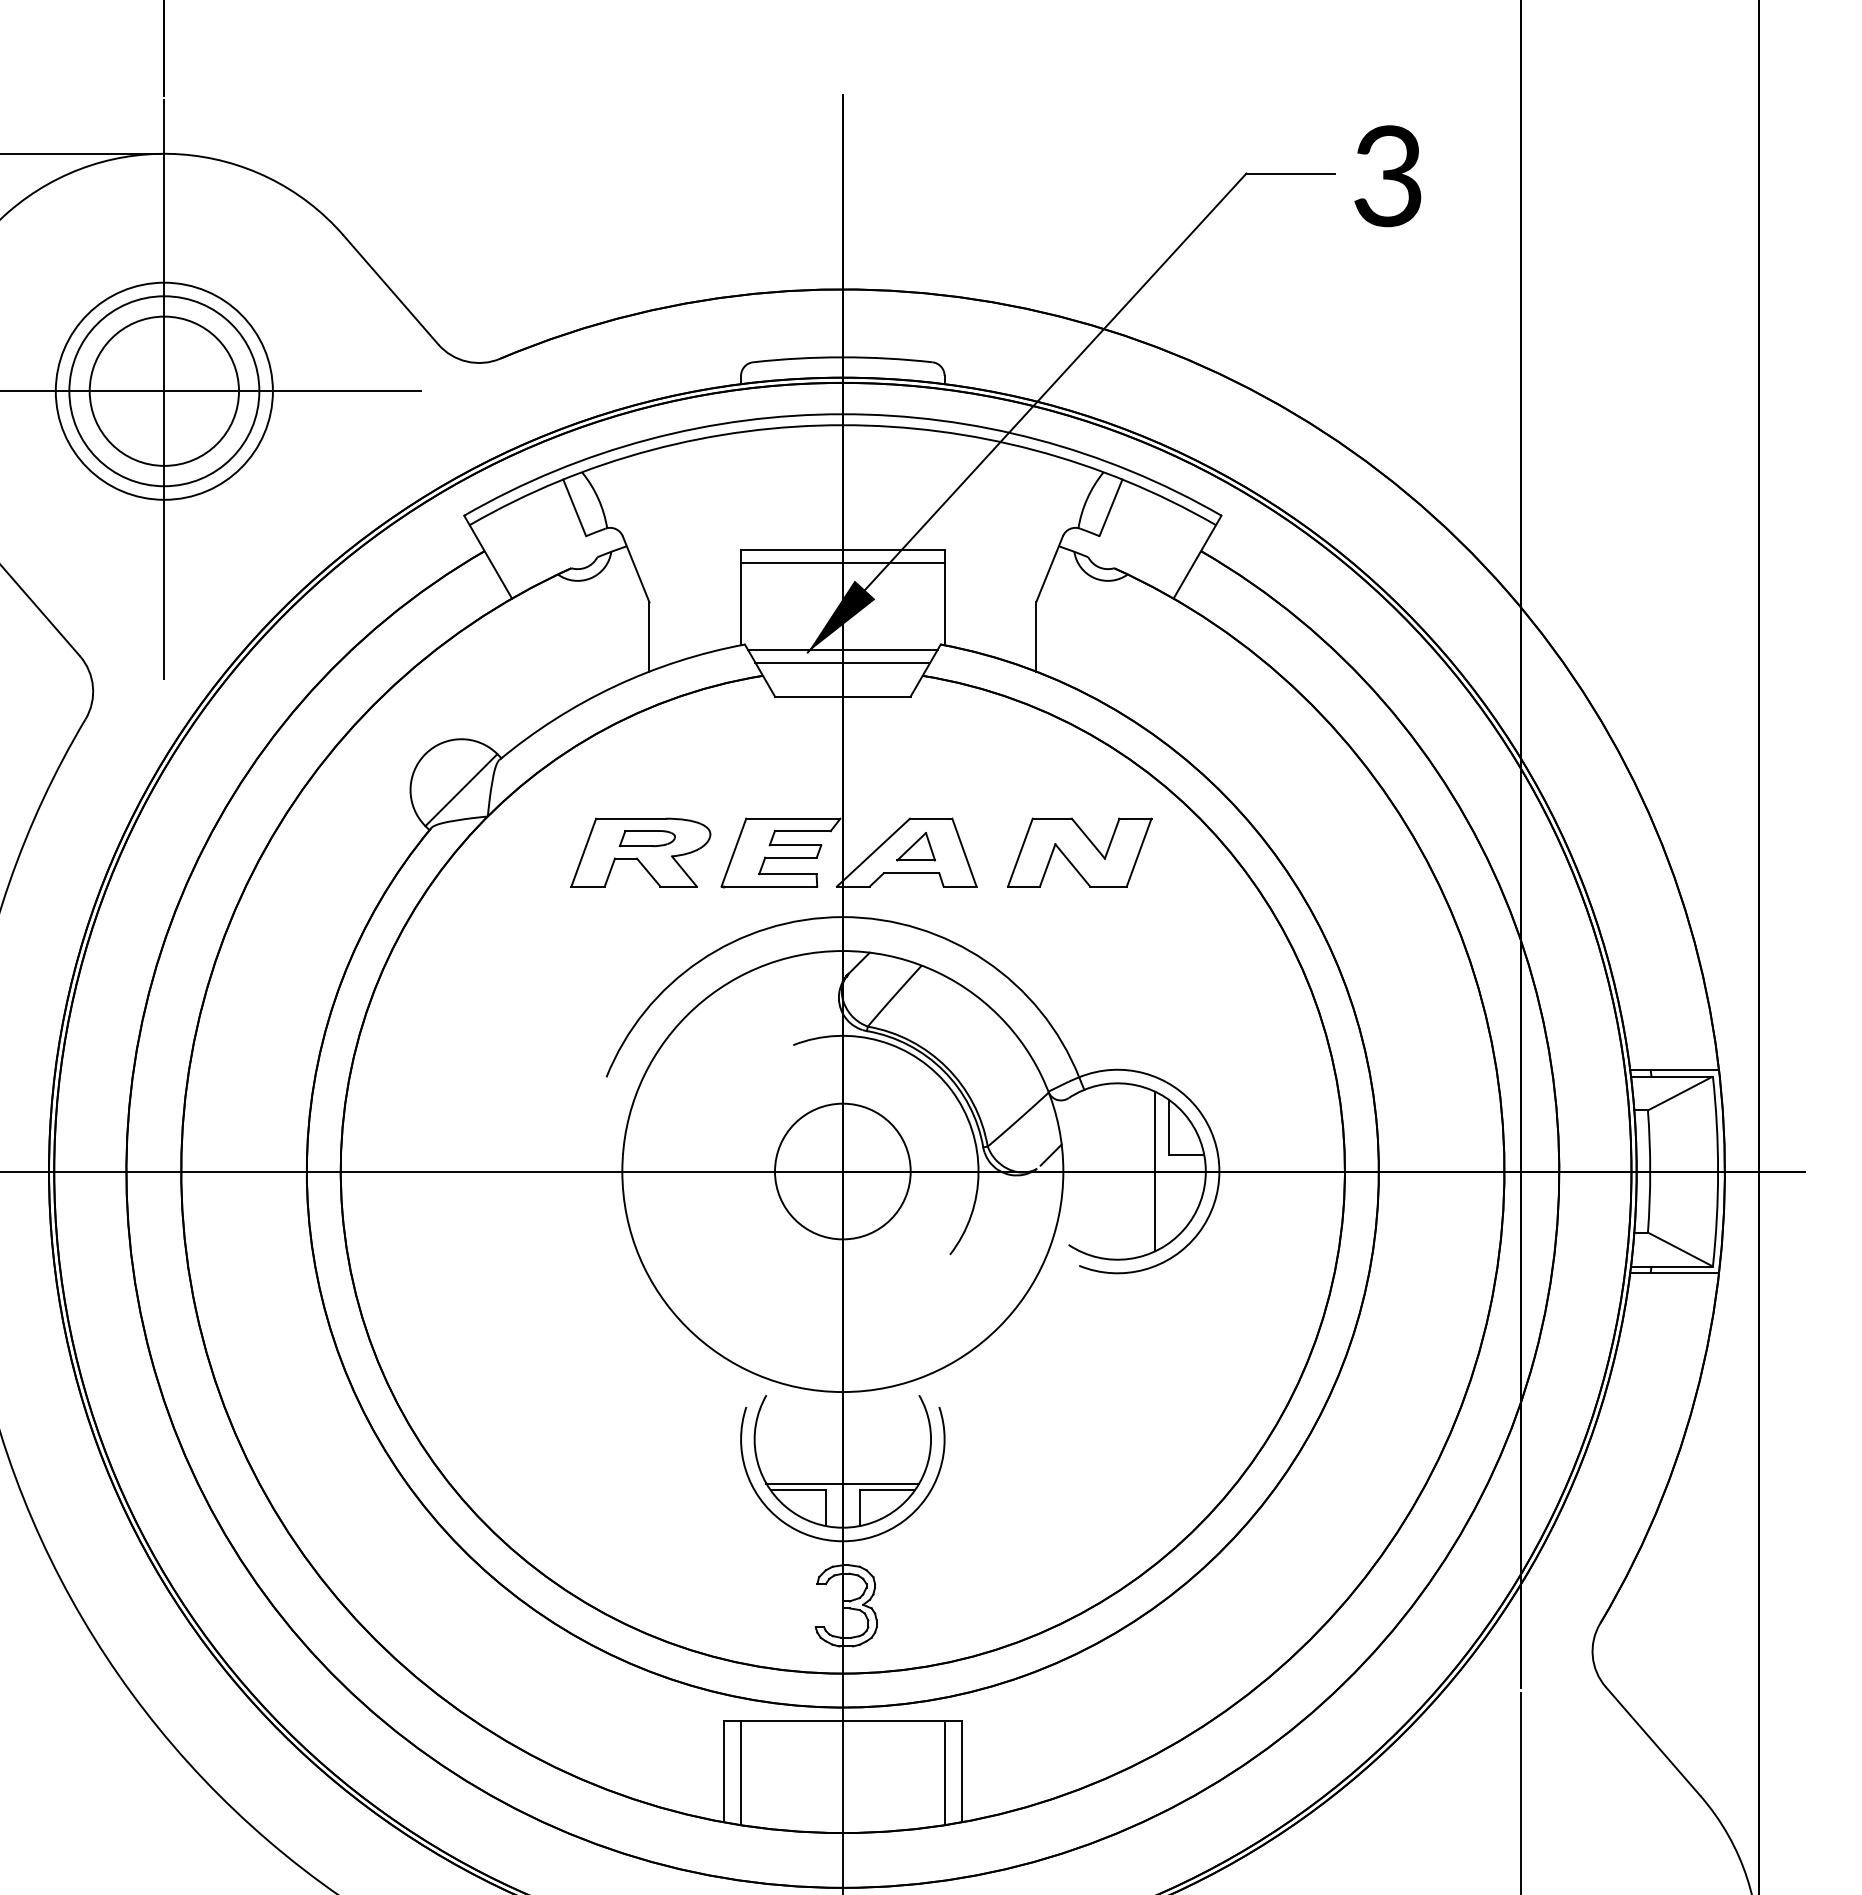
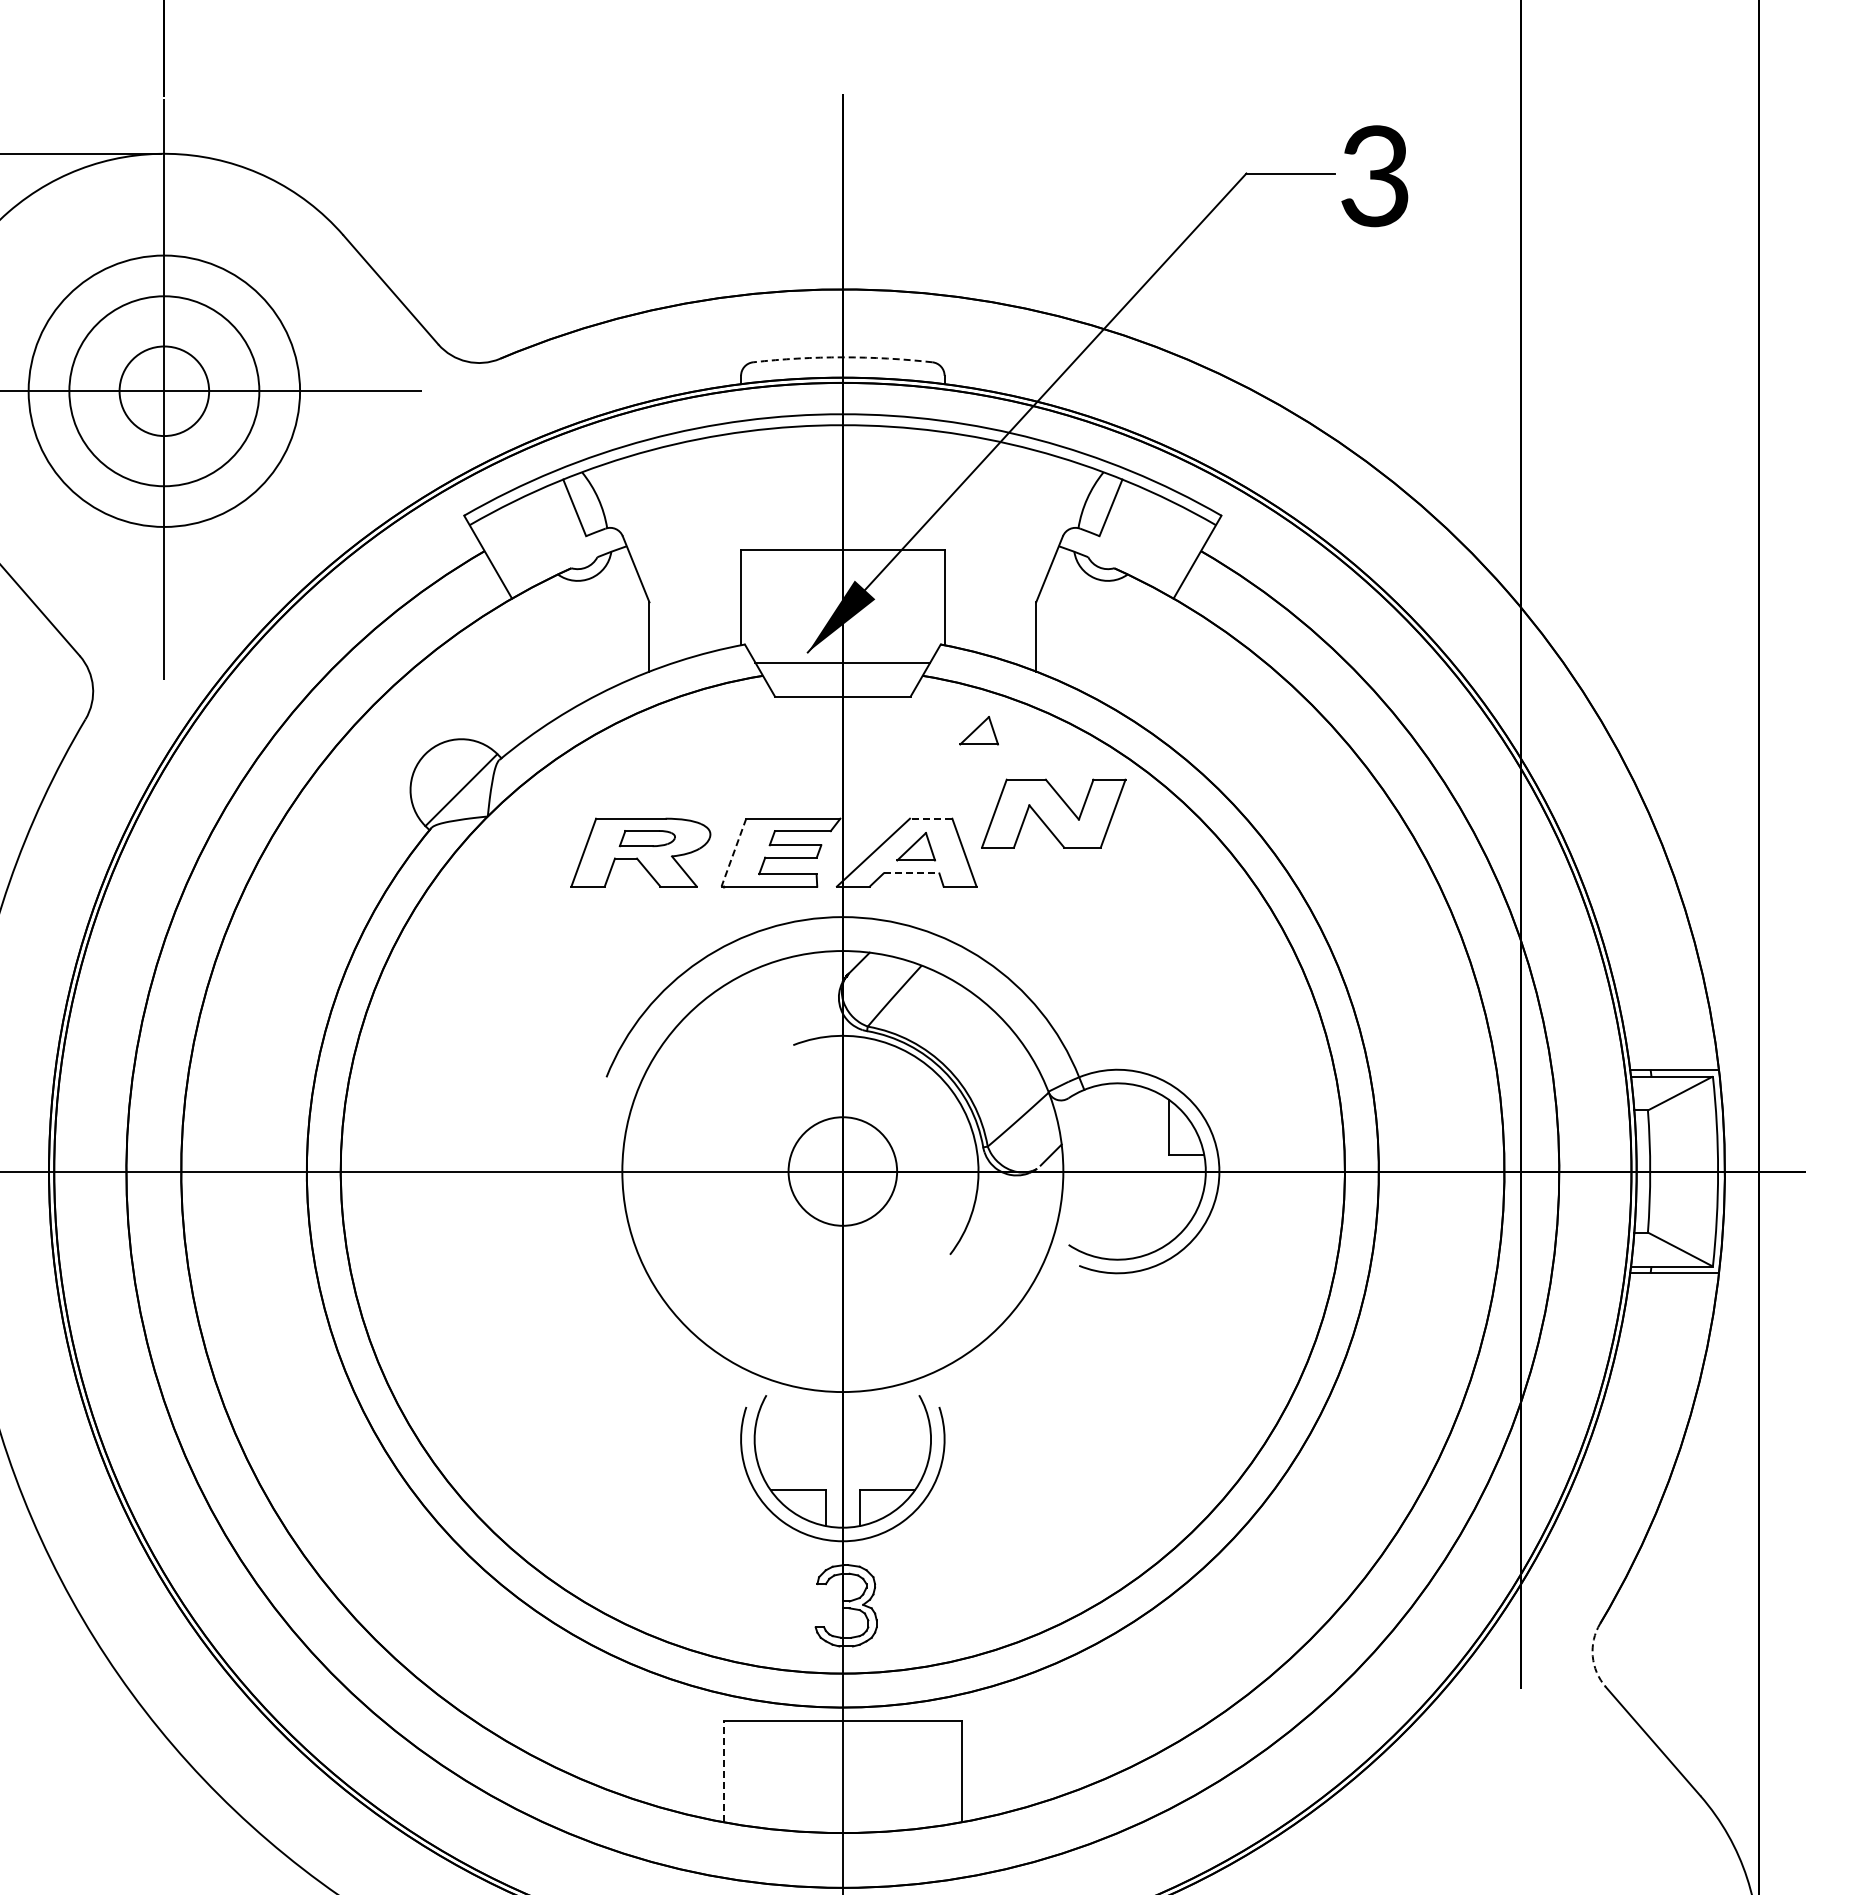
text at (1387, 176) position: (1387, 176) -> (1374, 176)
arc at (842, 357): solid -> dashed
circle at (163, 390) diameter: 217 px -> 271 px
circle at (164, 390) diameter: 149 px -> 90 px
line at (842, 562): present -> none
line at (842, 649): present -> none
part at (978, 730): none -> present
line at (930, 818): solid -> dashed
part at (1079, 852) position: (1079, 852) -> (1053, 813)
line at (733, 853): solid -> dashed
line at (911, 873): solid -> dashed
circle at (842, 1171) diameter: 136 px -> 109 px
line at (1154, 1171): present -> none
line at (842, 1483): present -> none
arc at (1592, 1656): solid -> dashed
line at (724, 1771): solid -> dashed
line at (741, 1773): present -> none
line at (944, 1773): present -> none
line at (1521, 1791): present -> none
